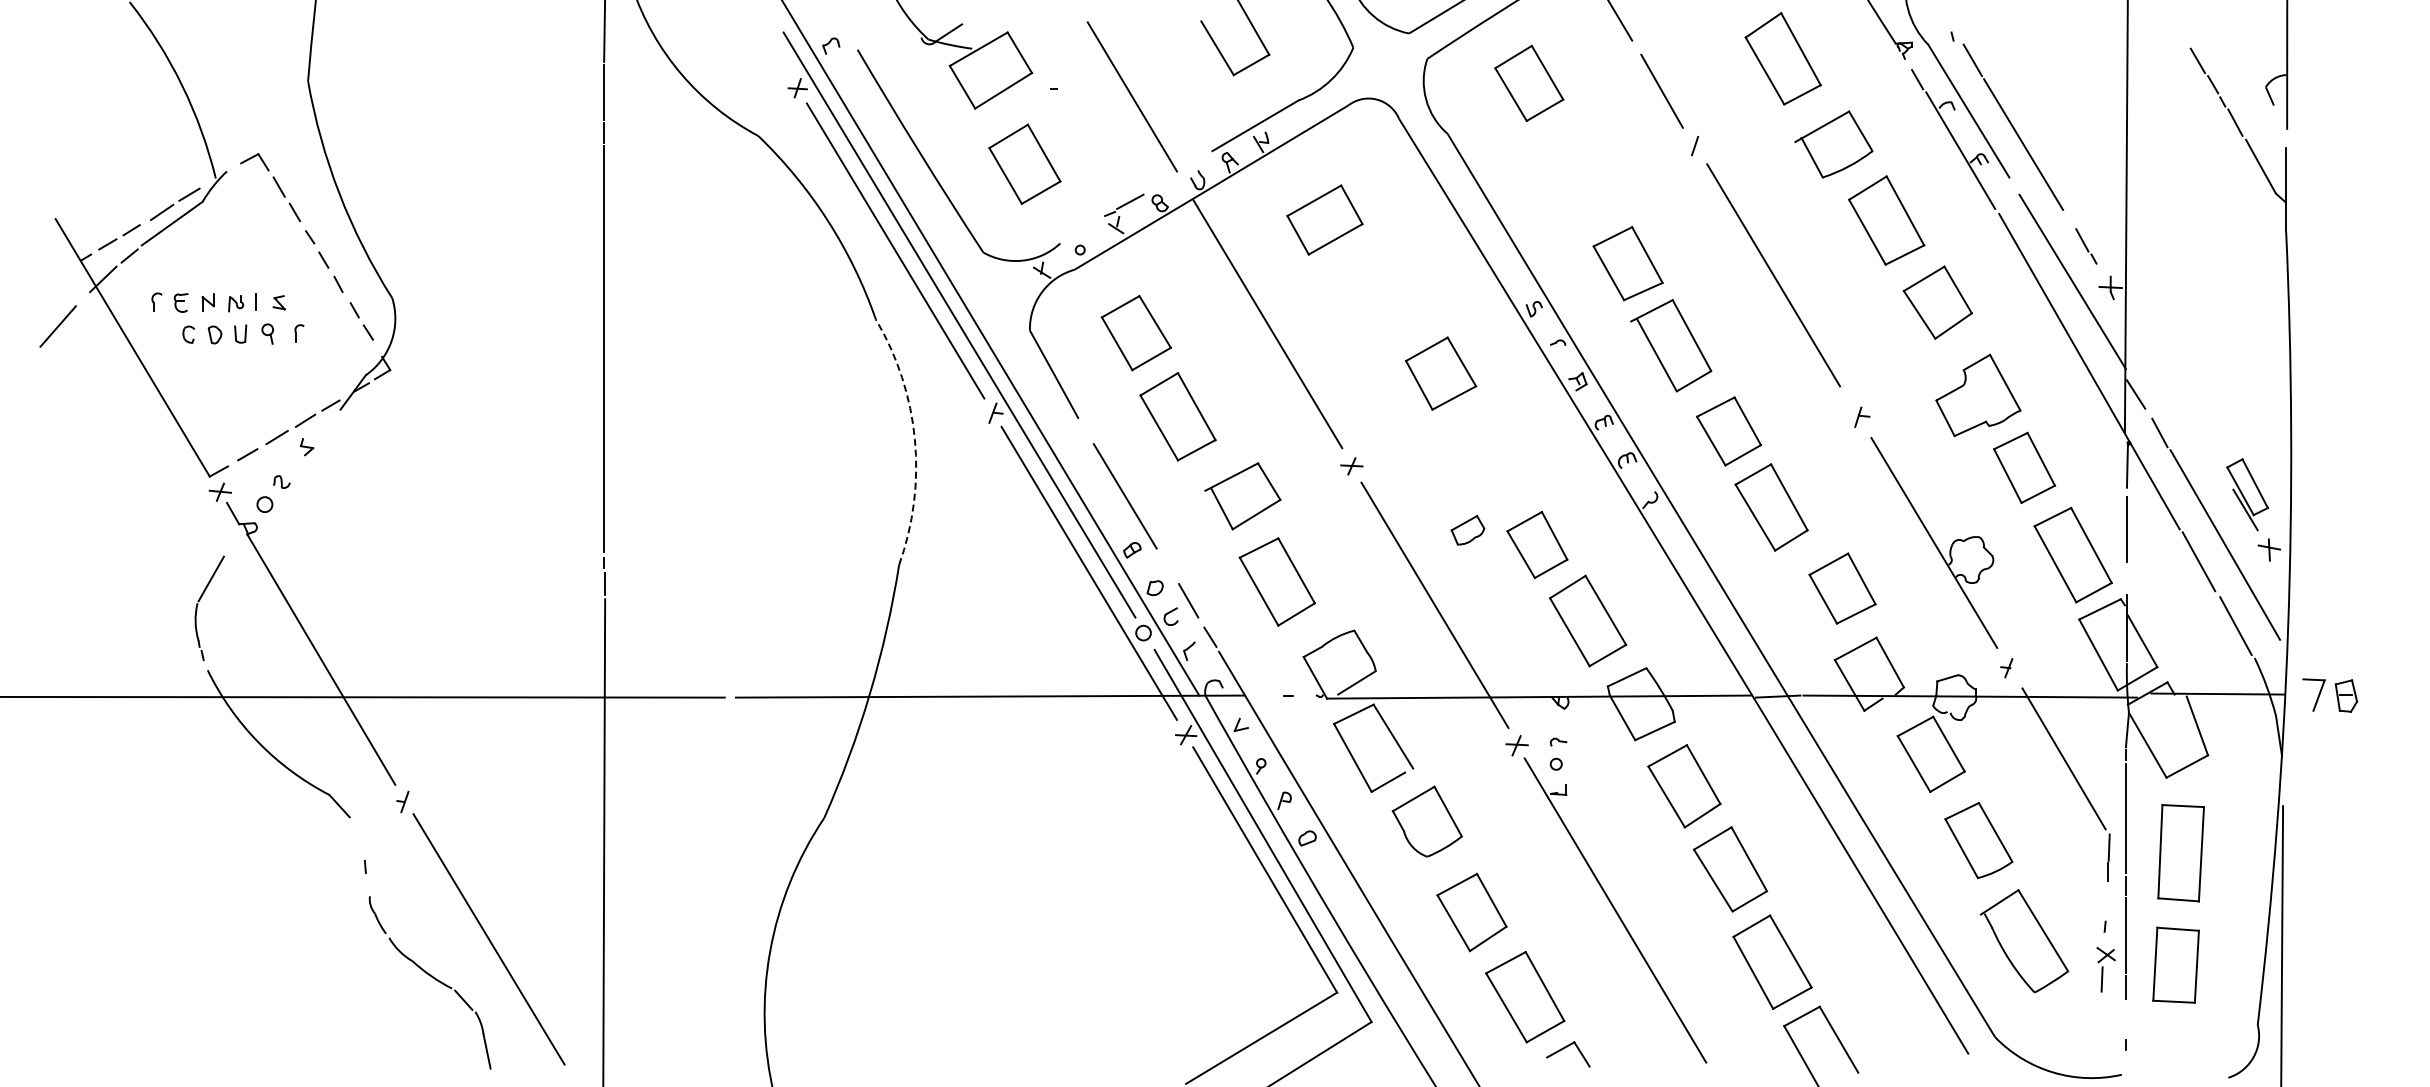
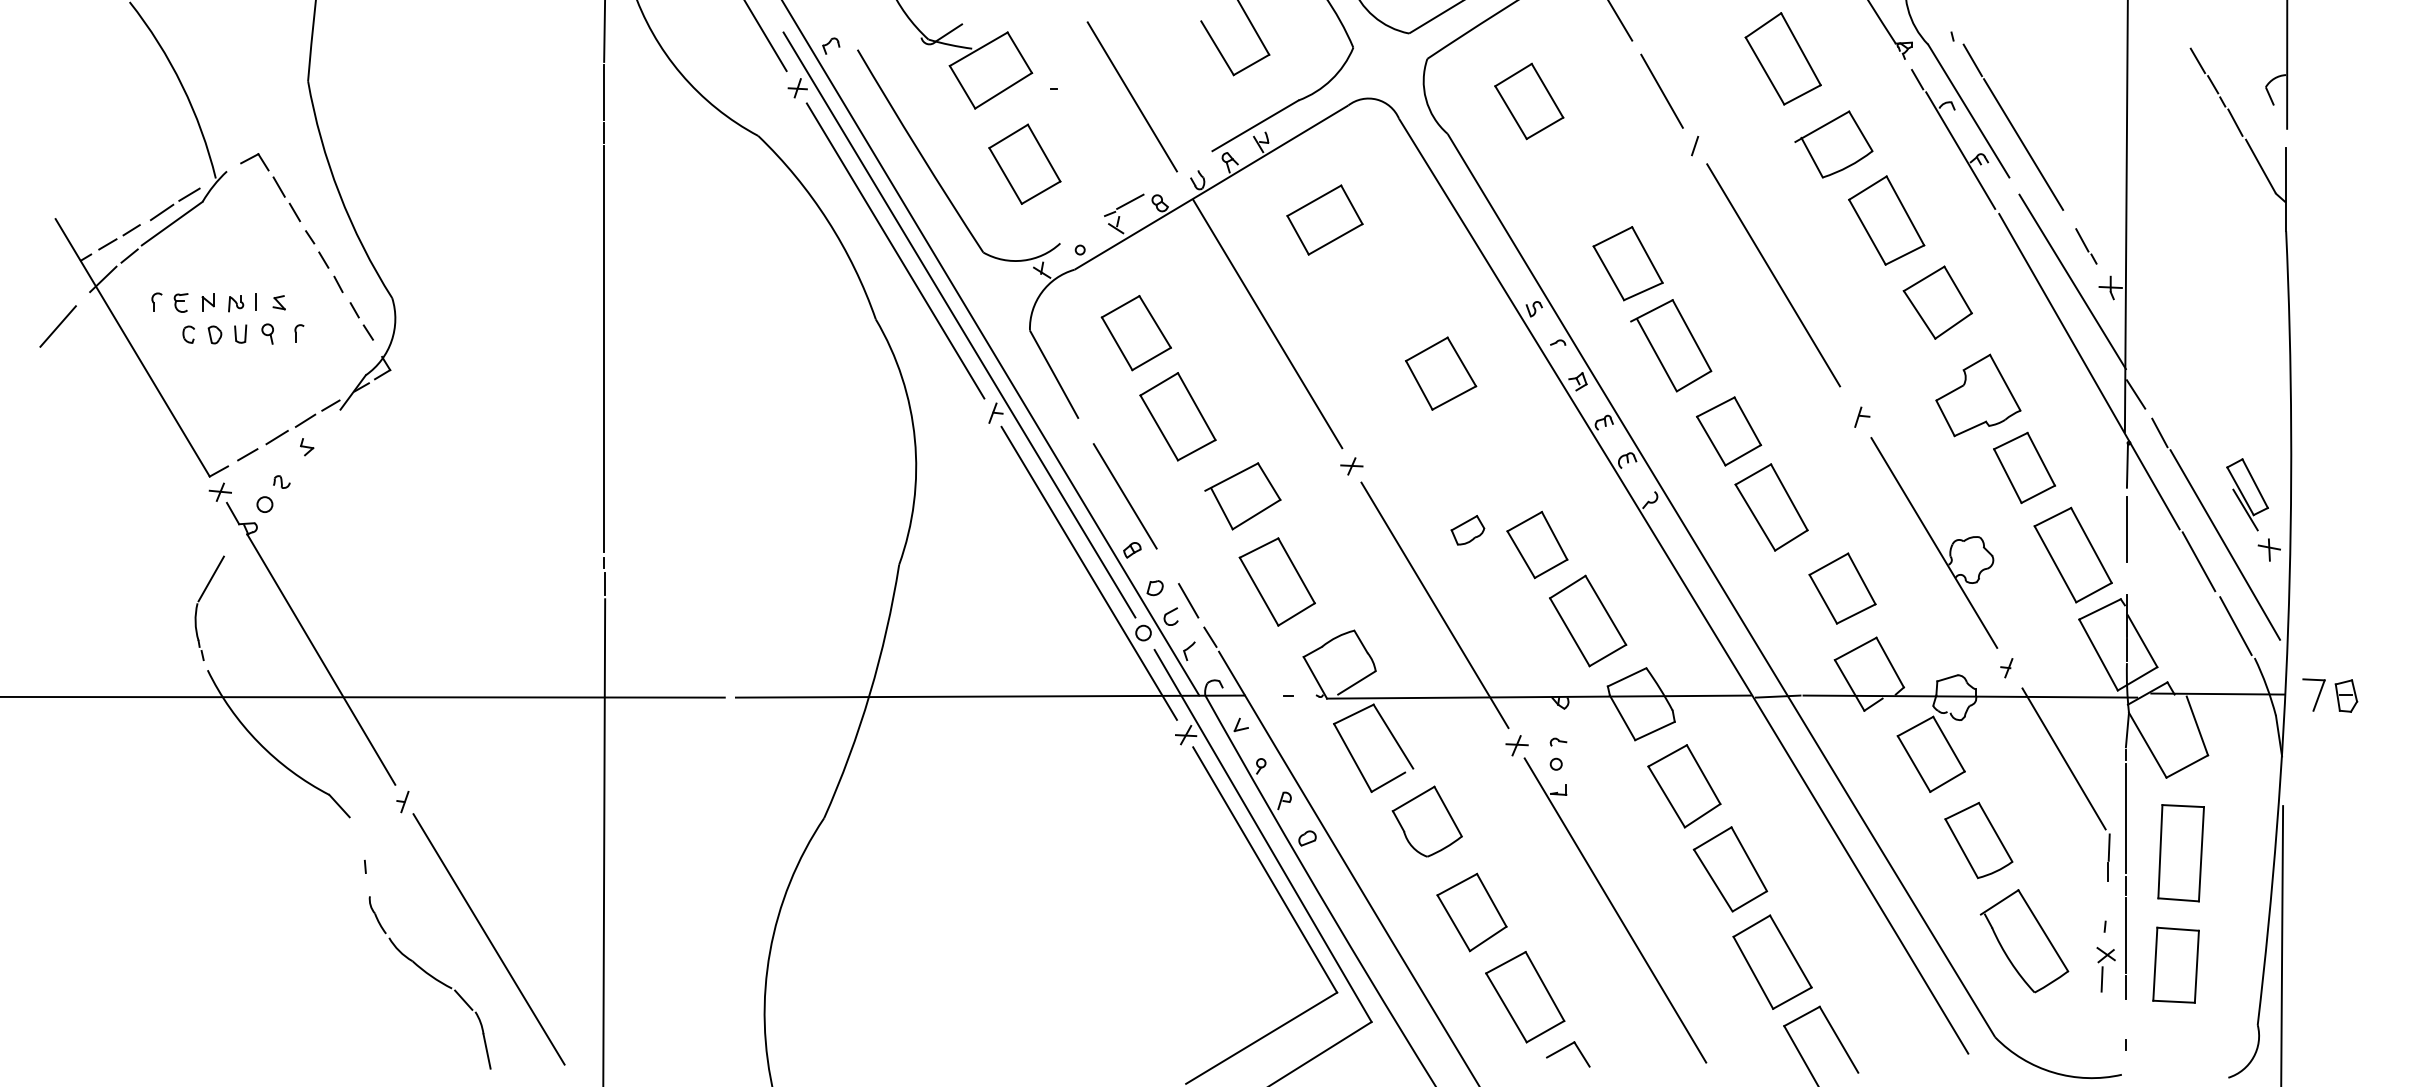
line at (765, 36): none -> present
part at (1529, 83) position: (1529, 83) -> (1529, 101)
arc at (914, 439): dashed -> solid
